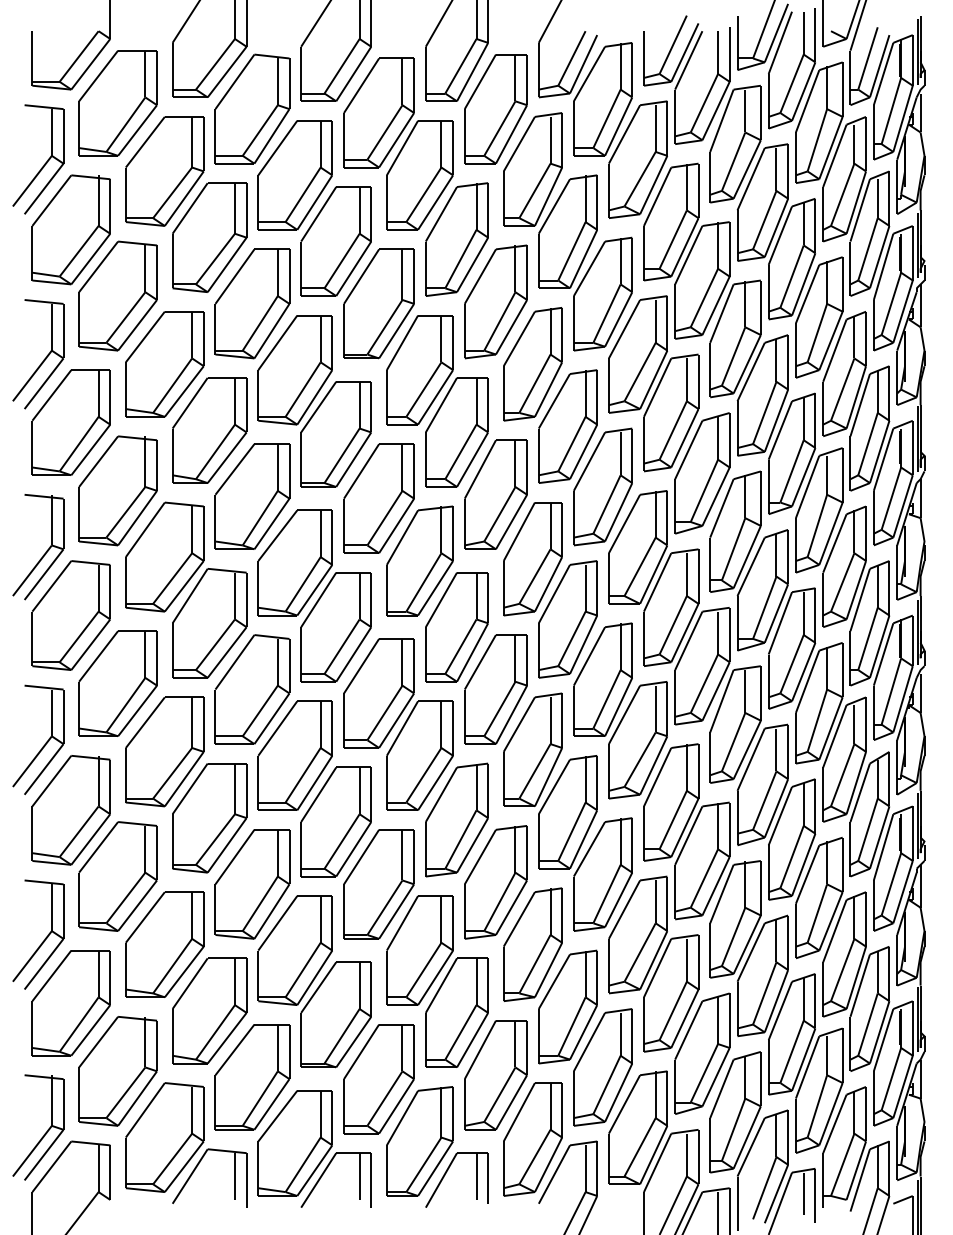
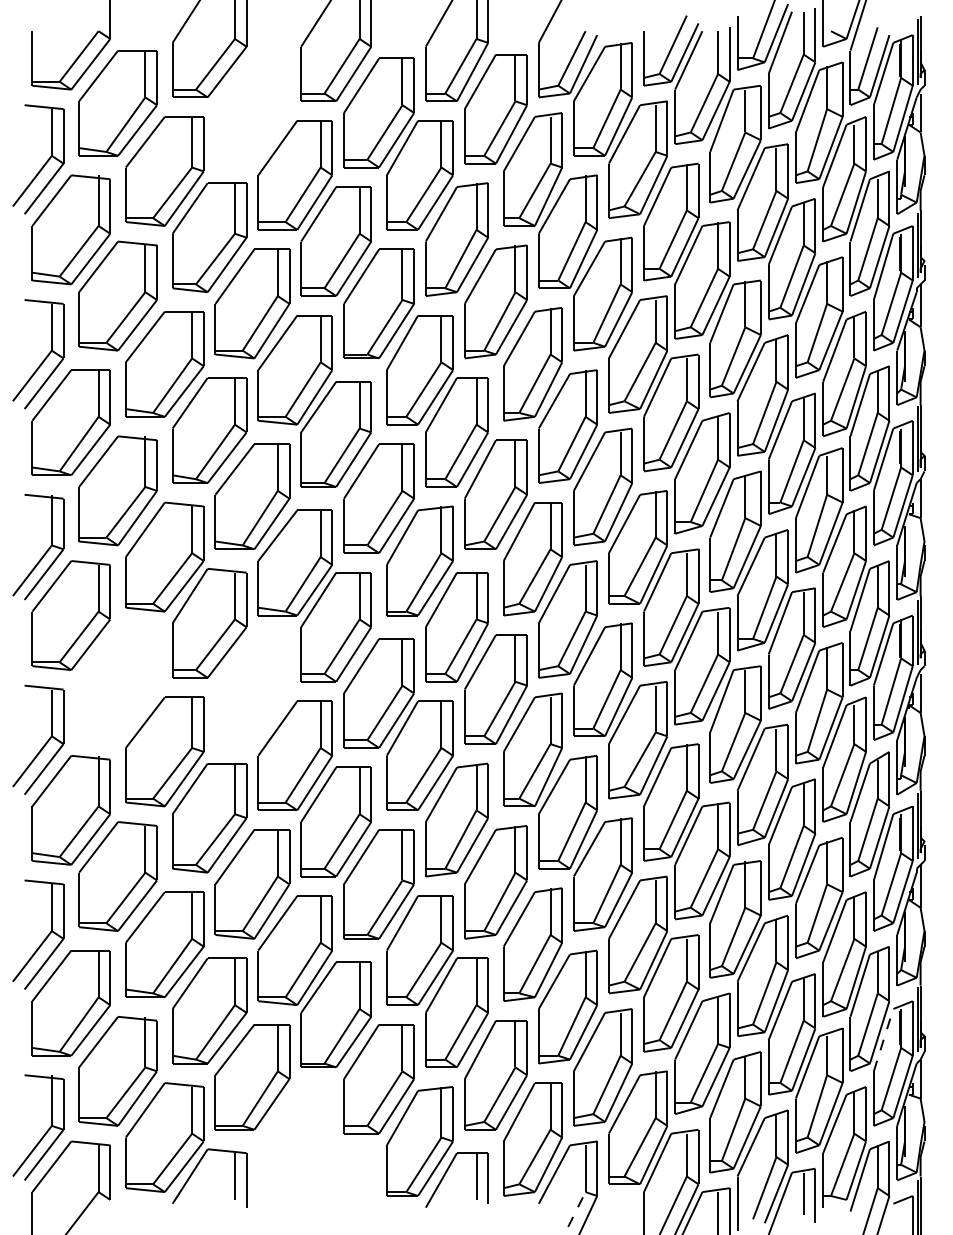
part at (252, 108): present -> none
part at (117, 683): present -> none
part at (252, 689): present -> none
line at (883, 1040): solid -> dashed
part at (314, 1148): present -> none
line at (575, 1212): solid -> dashed
